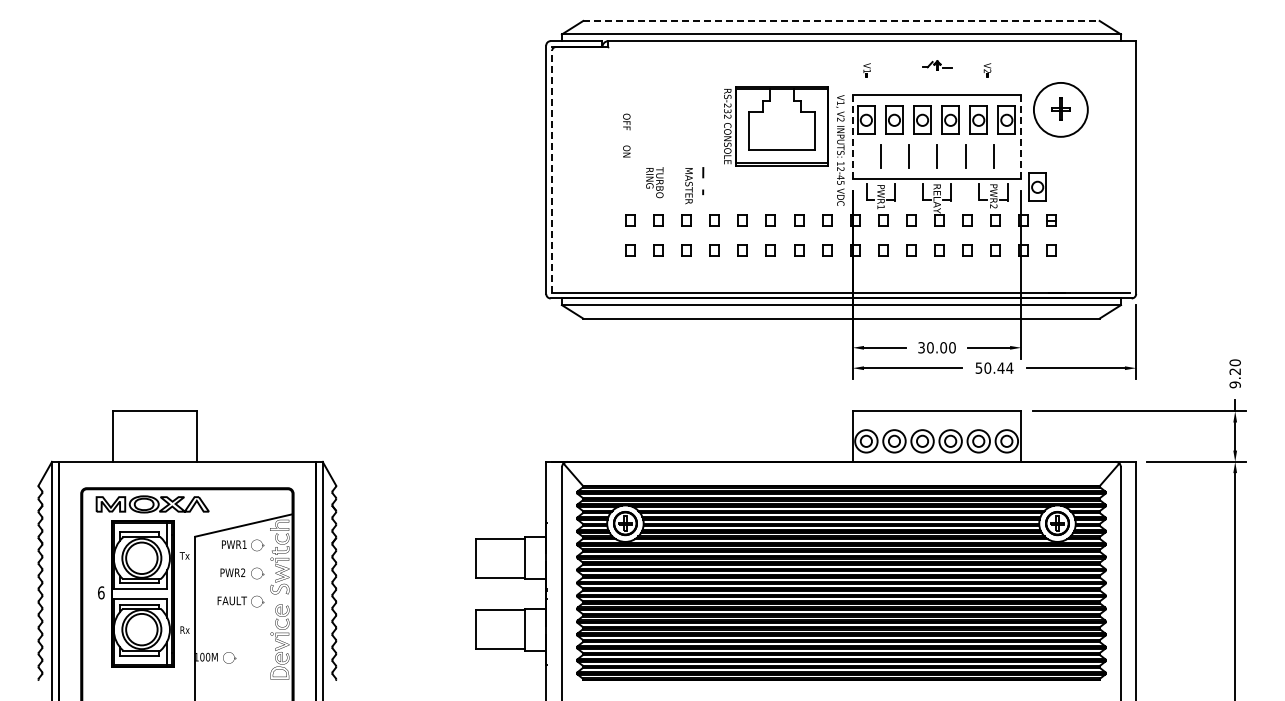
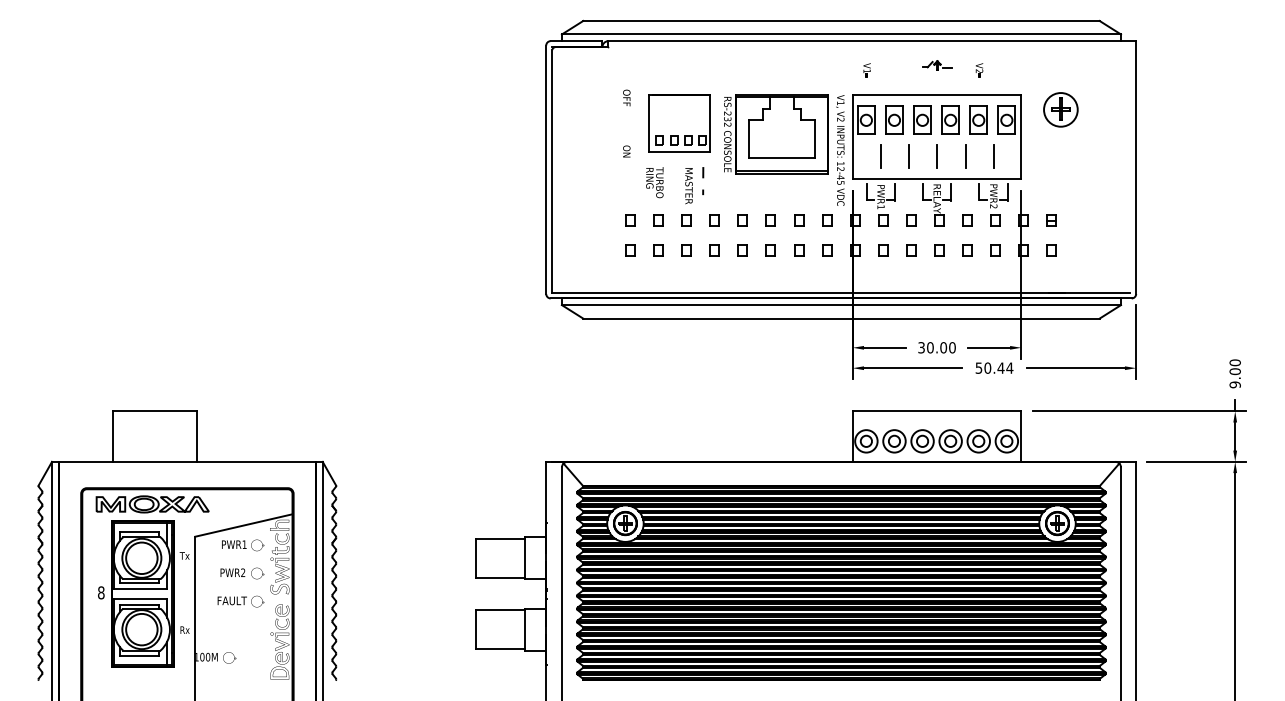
line at (841, 20): dashed -> solid
part at (987, 70) position: (987, 70) -> (979, 70)
circle at (1060, 109) diameter: 54 px -> 34 px
text at (626, 121) position: (626, 121) -> (626, 97)
part at (679, 123): none -> present
part at (776, 126) position: (776, 126) -> (776, 134)
line at (1021, 136): dashed -> solid
line at (852, 137): dashed -> solid
line at (552, 170): dashed -> solid
part at (1037, 186): present -> none
text at (1234, 371): 9.20 -> 9.00
text at (101, 592): 6 -> 8
